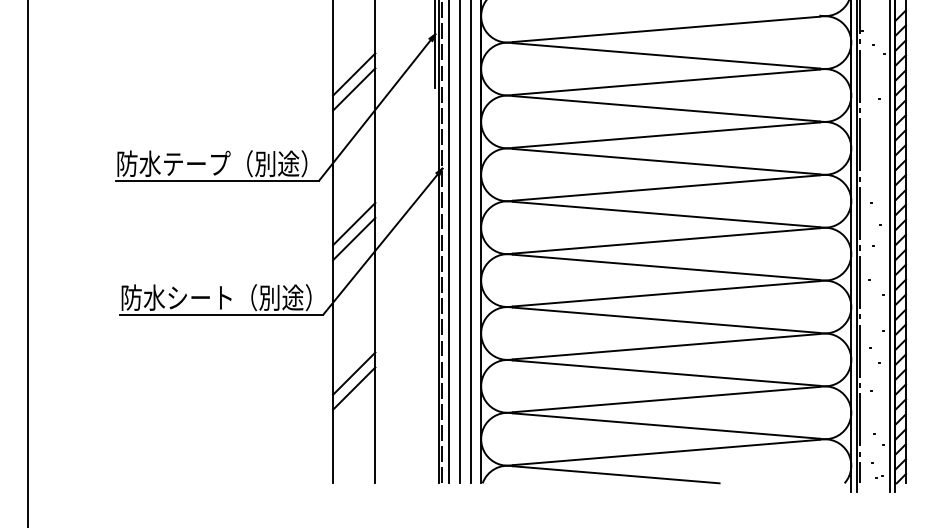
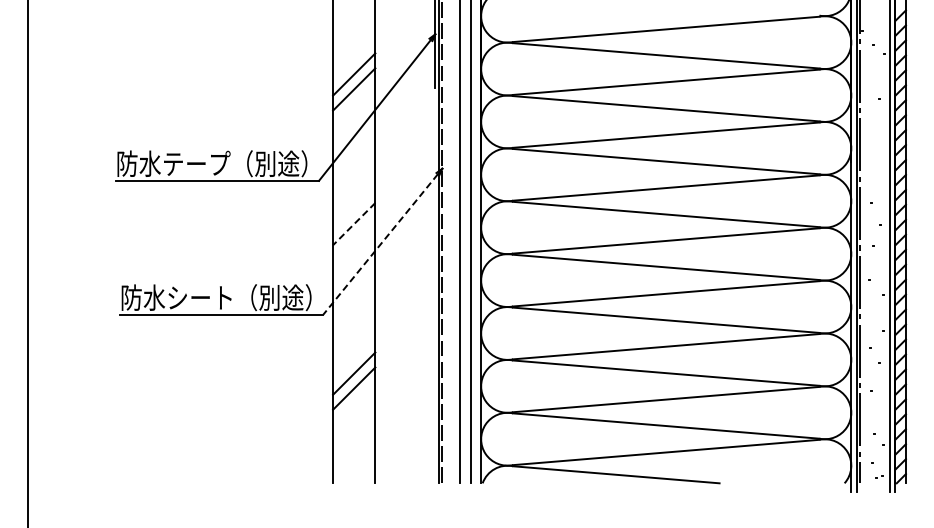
line at (354, 224): solid -> dashed
line at (354, 238): present -> none
line at (449, 242): present -> none
line at (380, 244): solid -> dashed
